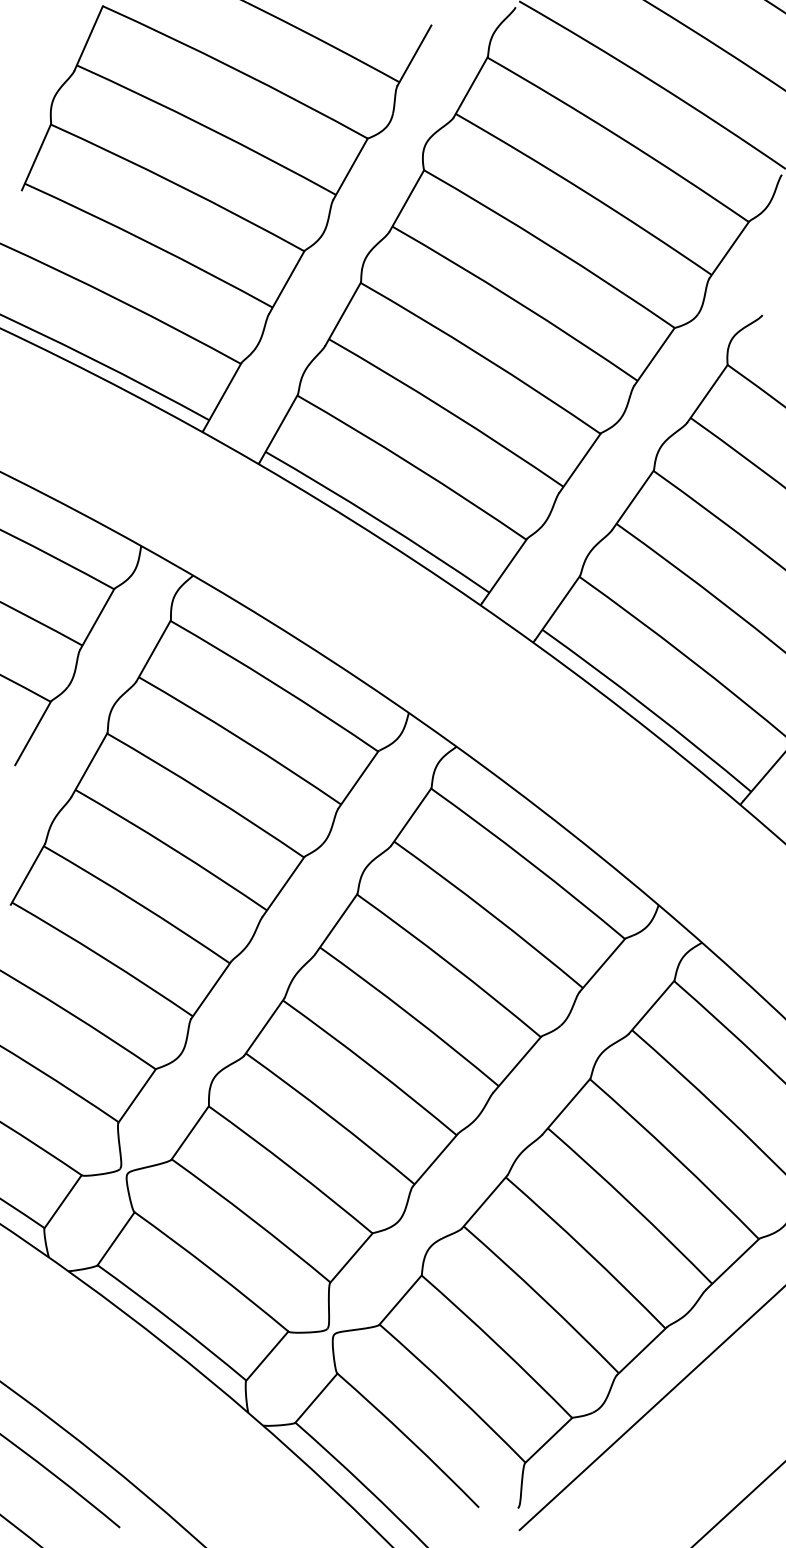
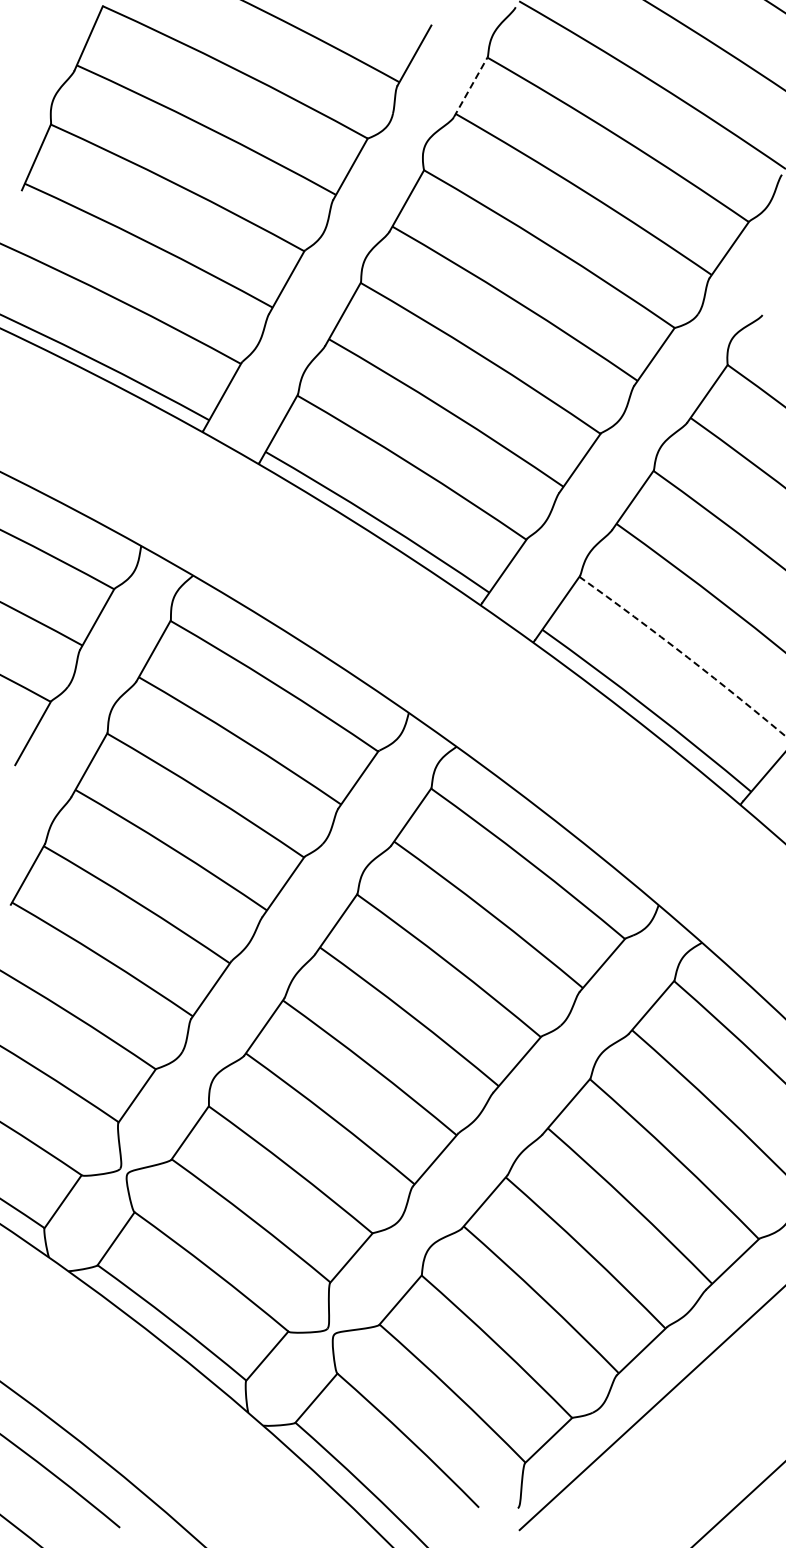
line at (471, 86): solid -> dashed
arc at (684, 654): solid -> dashed
